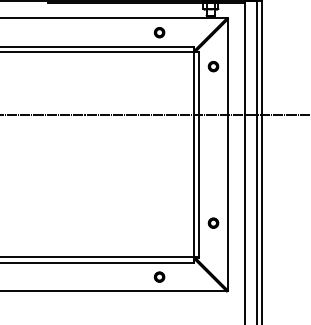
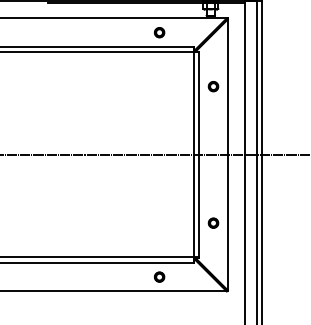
part at (213, 66) position: (213, 66) -> (213, 86)
line at (154, 114) position: (154, 114) -> (154, 154)
